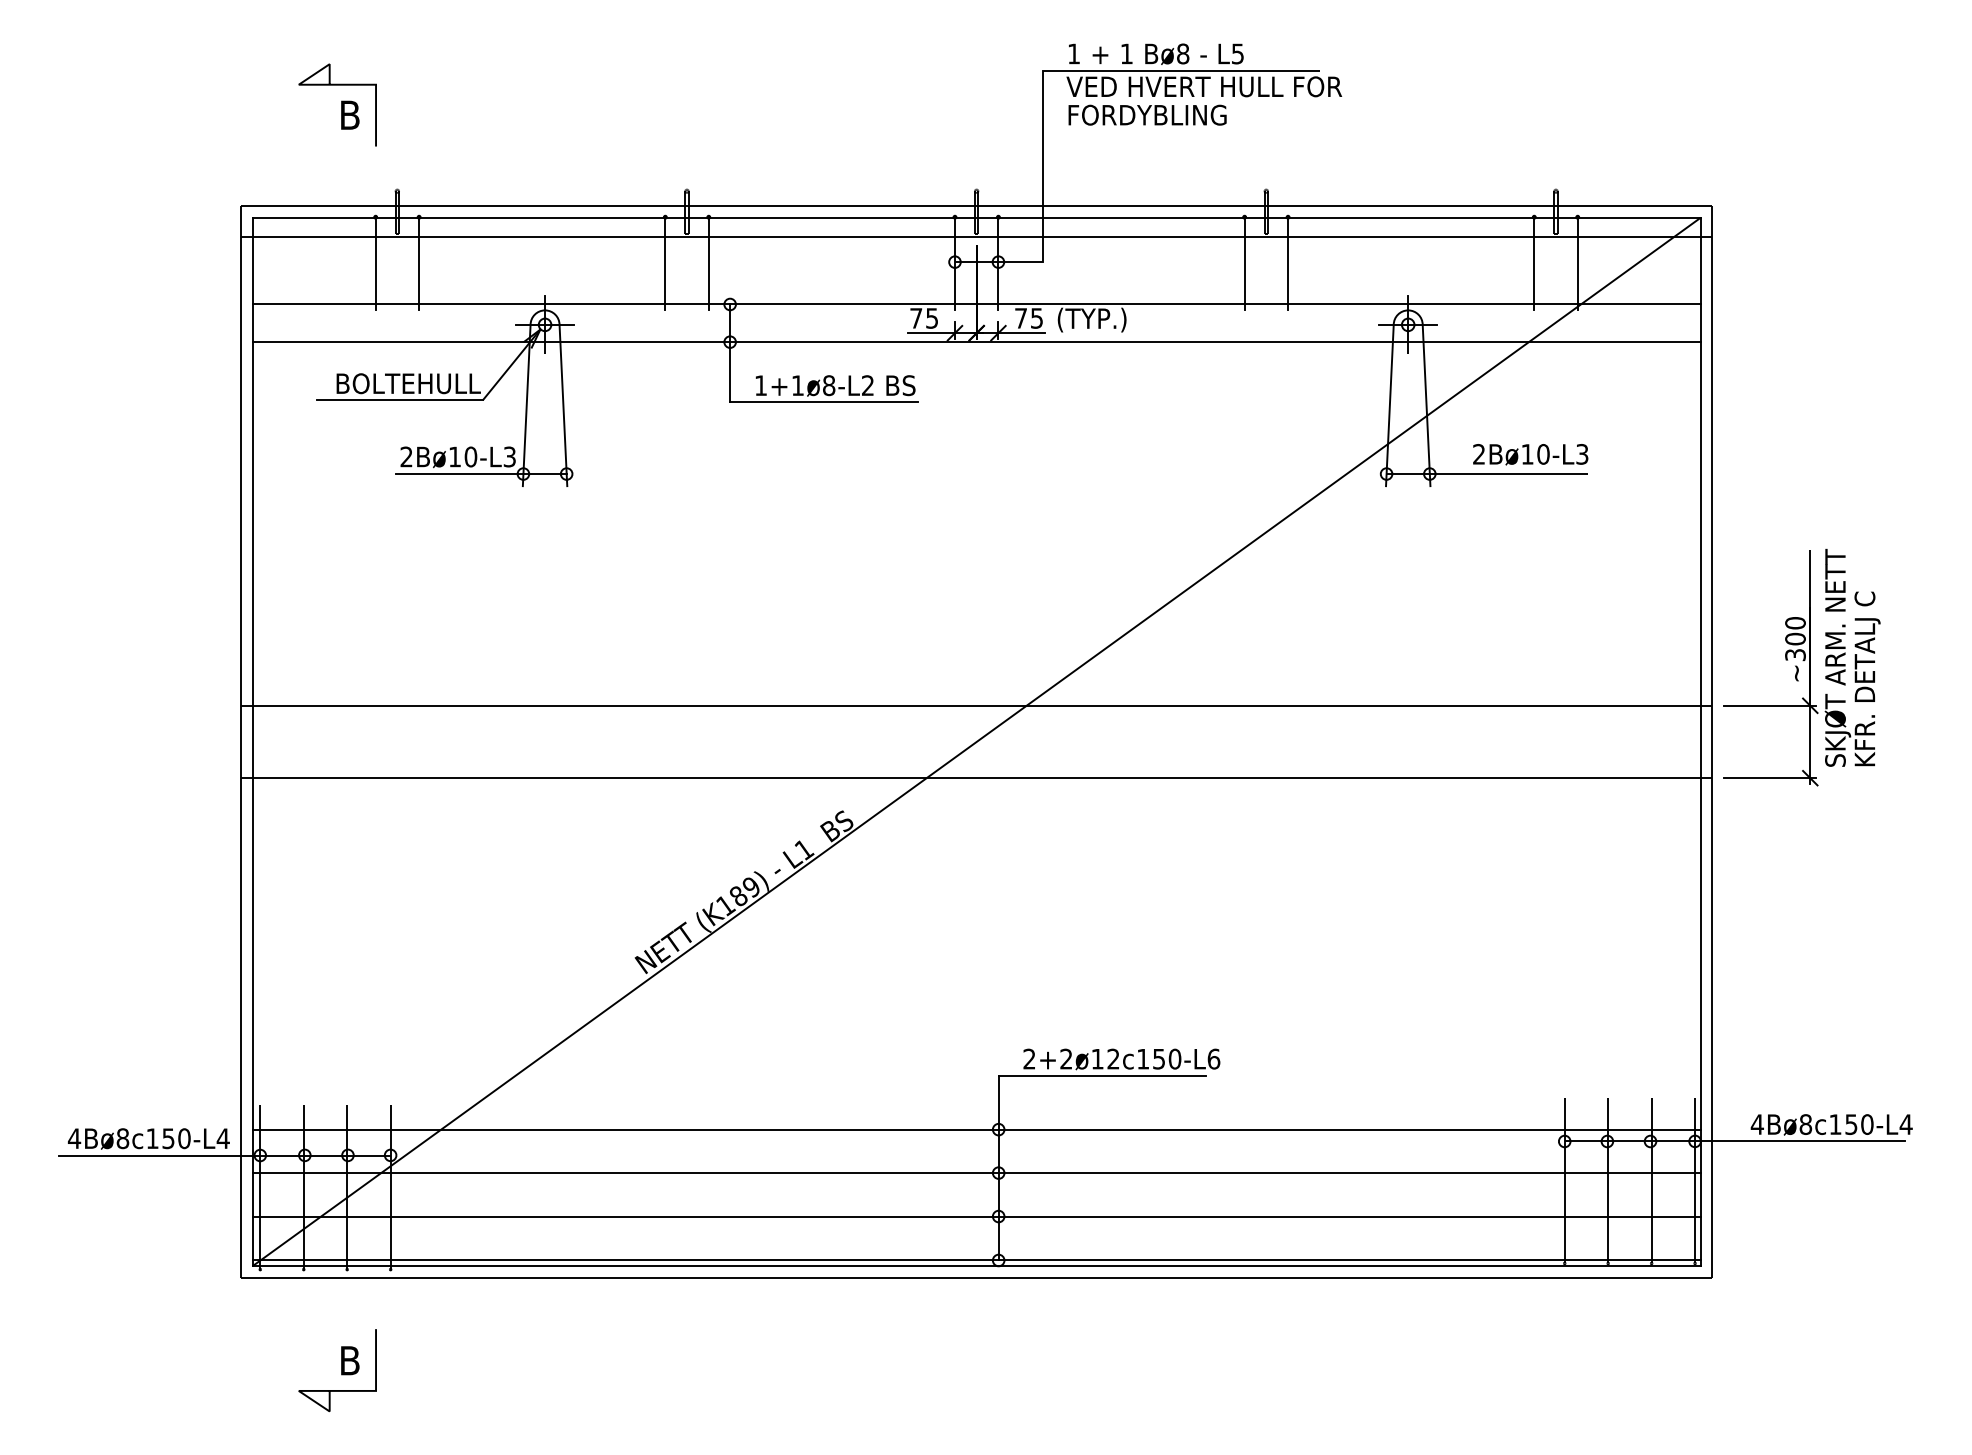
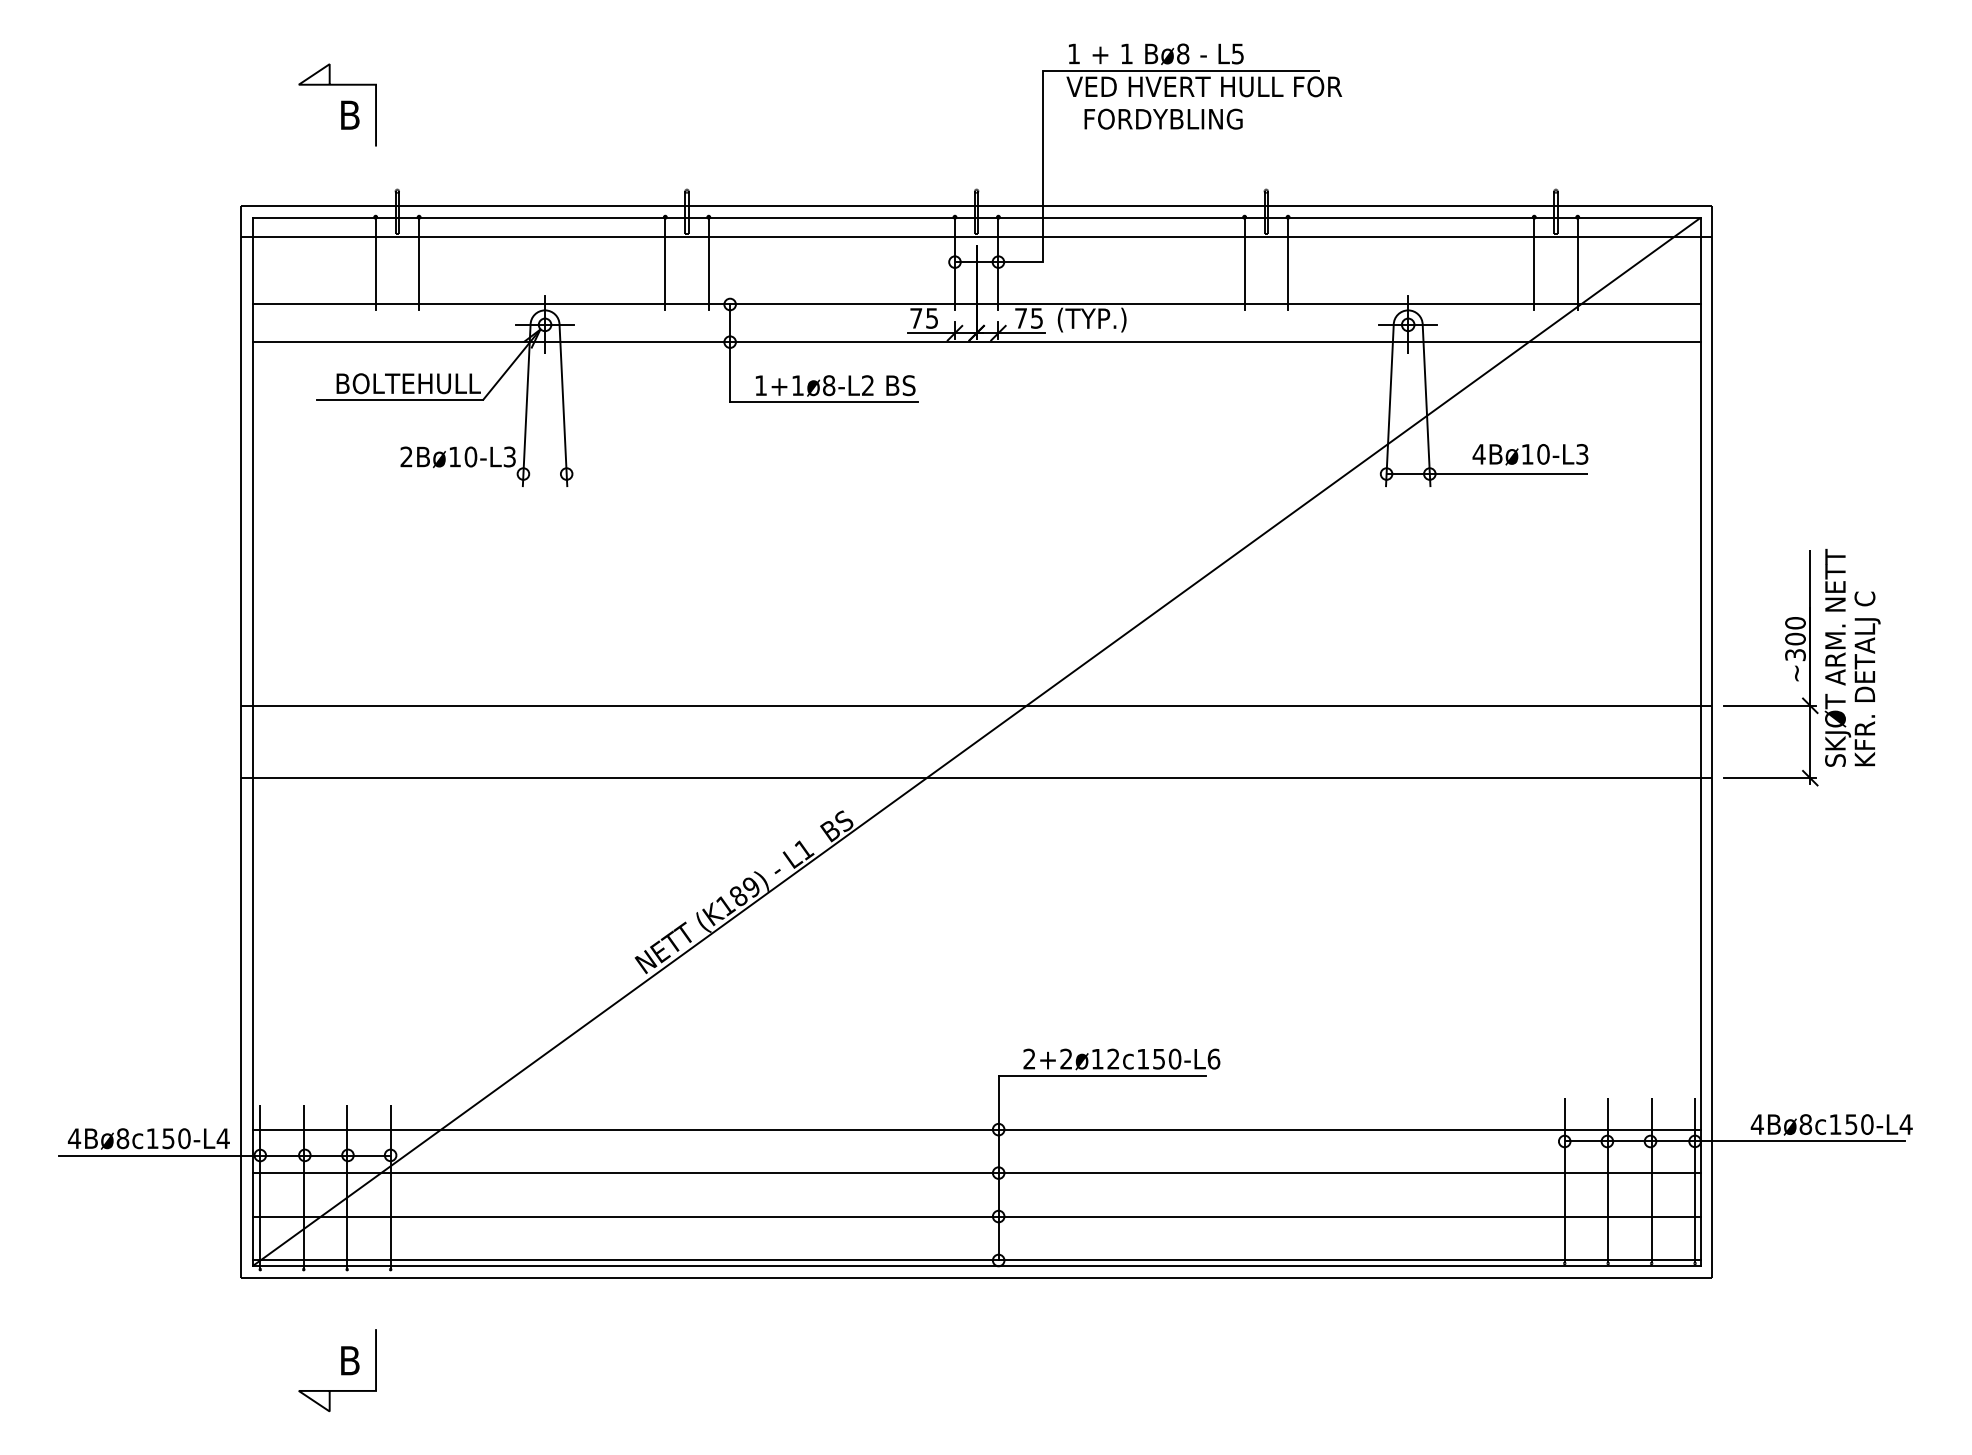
text at (1147, 114) position: (1147, 114) -> (1163, 118)
text at (1478, 454): 2Bø10-L3 -> 4Bø10-L3
line at (480, 474): present -> none
